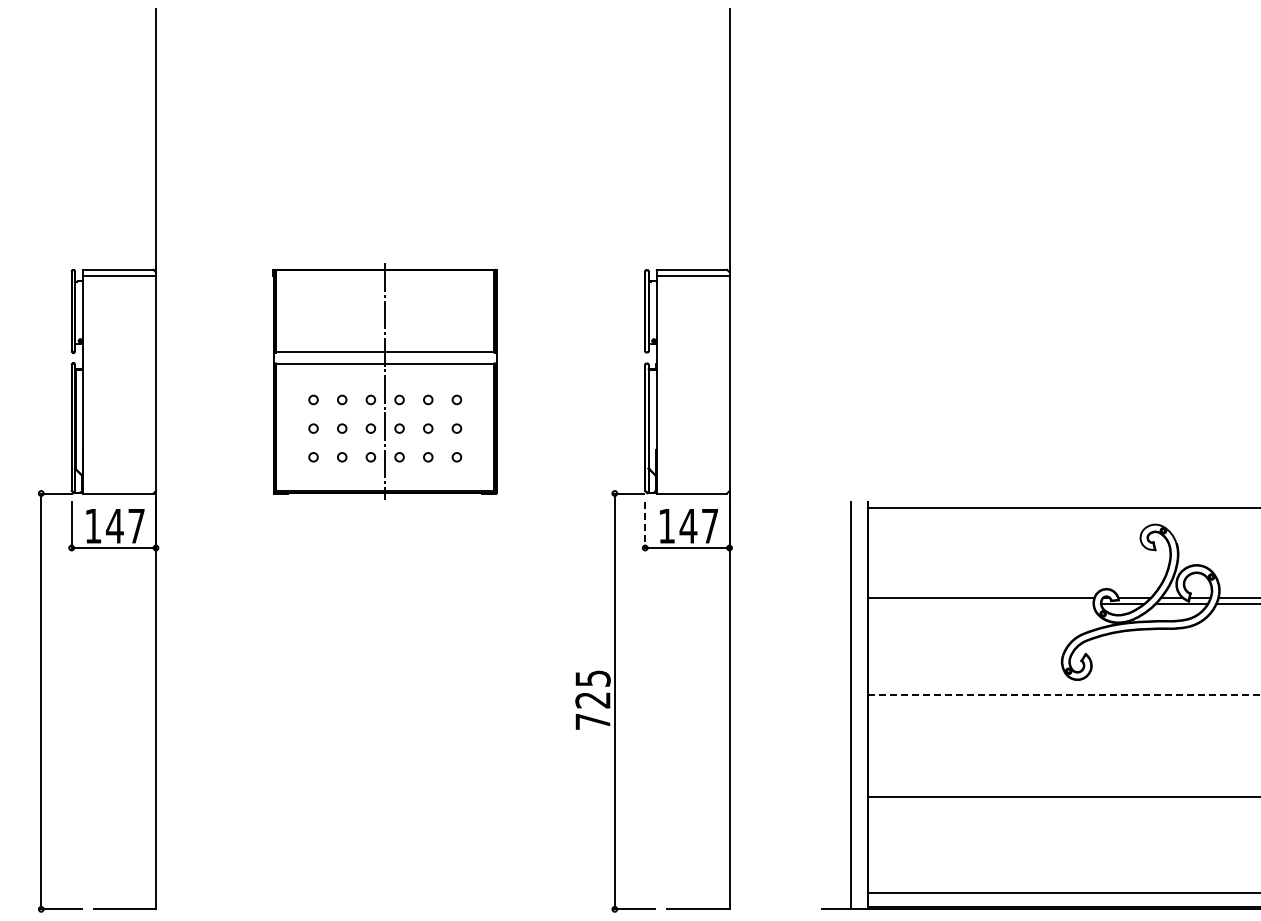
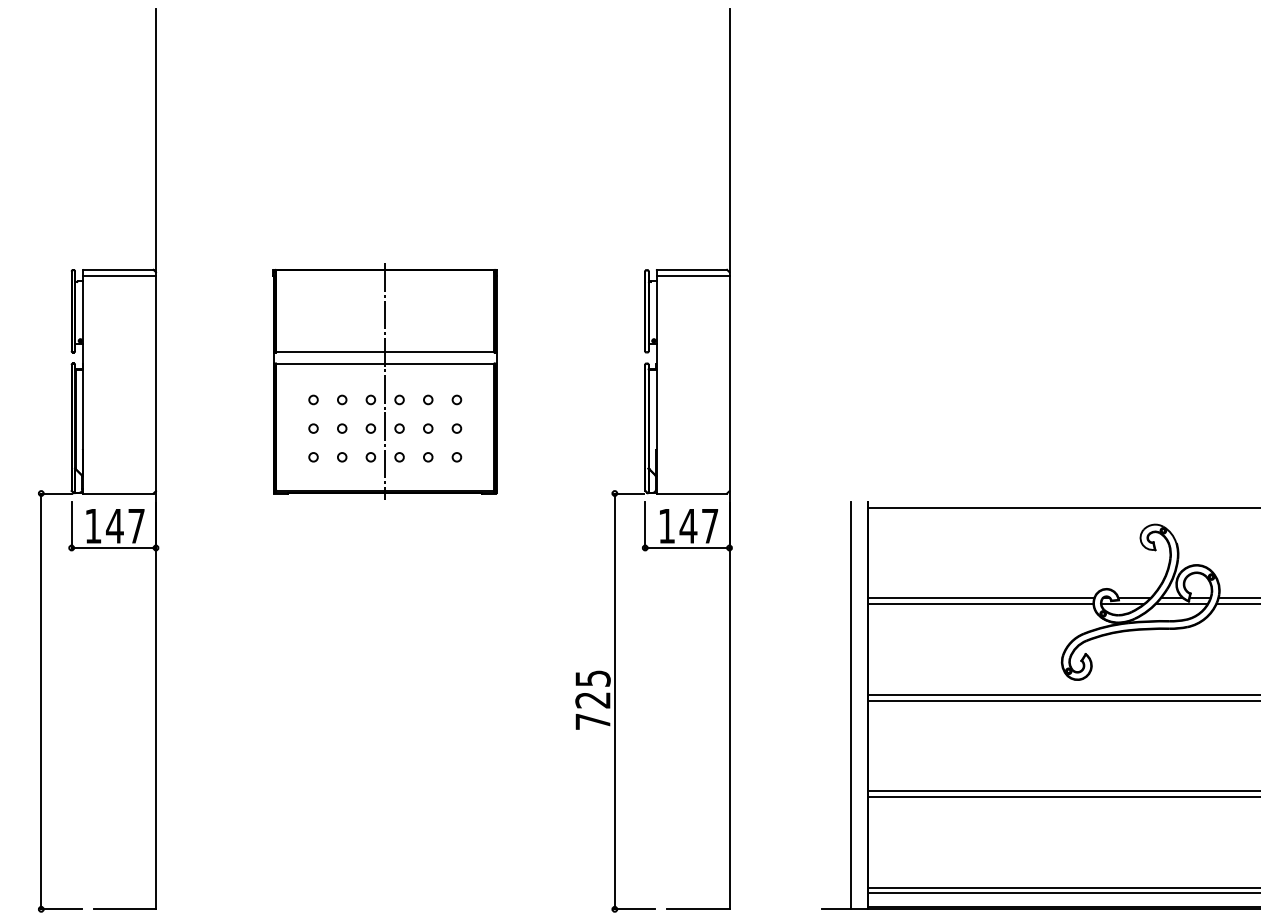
line at (645, 525): dashed -> solid
line at (980, 604): none -> present
line at (1064, 694): dashed -> solid
line at (1062, 700): none -> present
line at (1062, 791): none -> present
line at (1062, 887): none -> present
